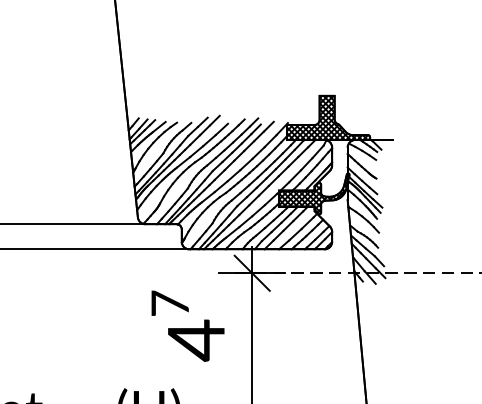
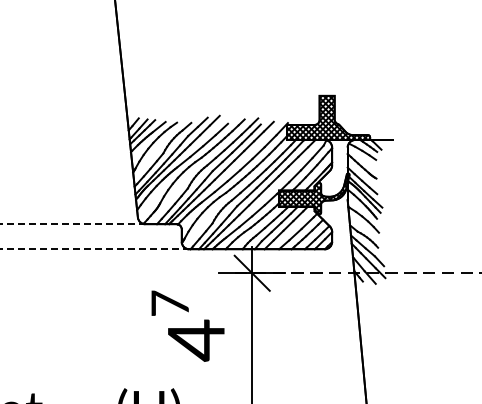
line at (73, 224): solid -> dashed
line at (95, 249): solid -> dashed
